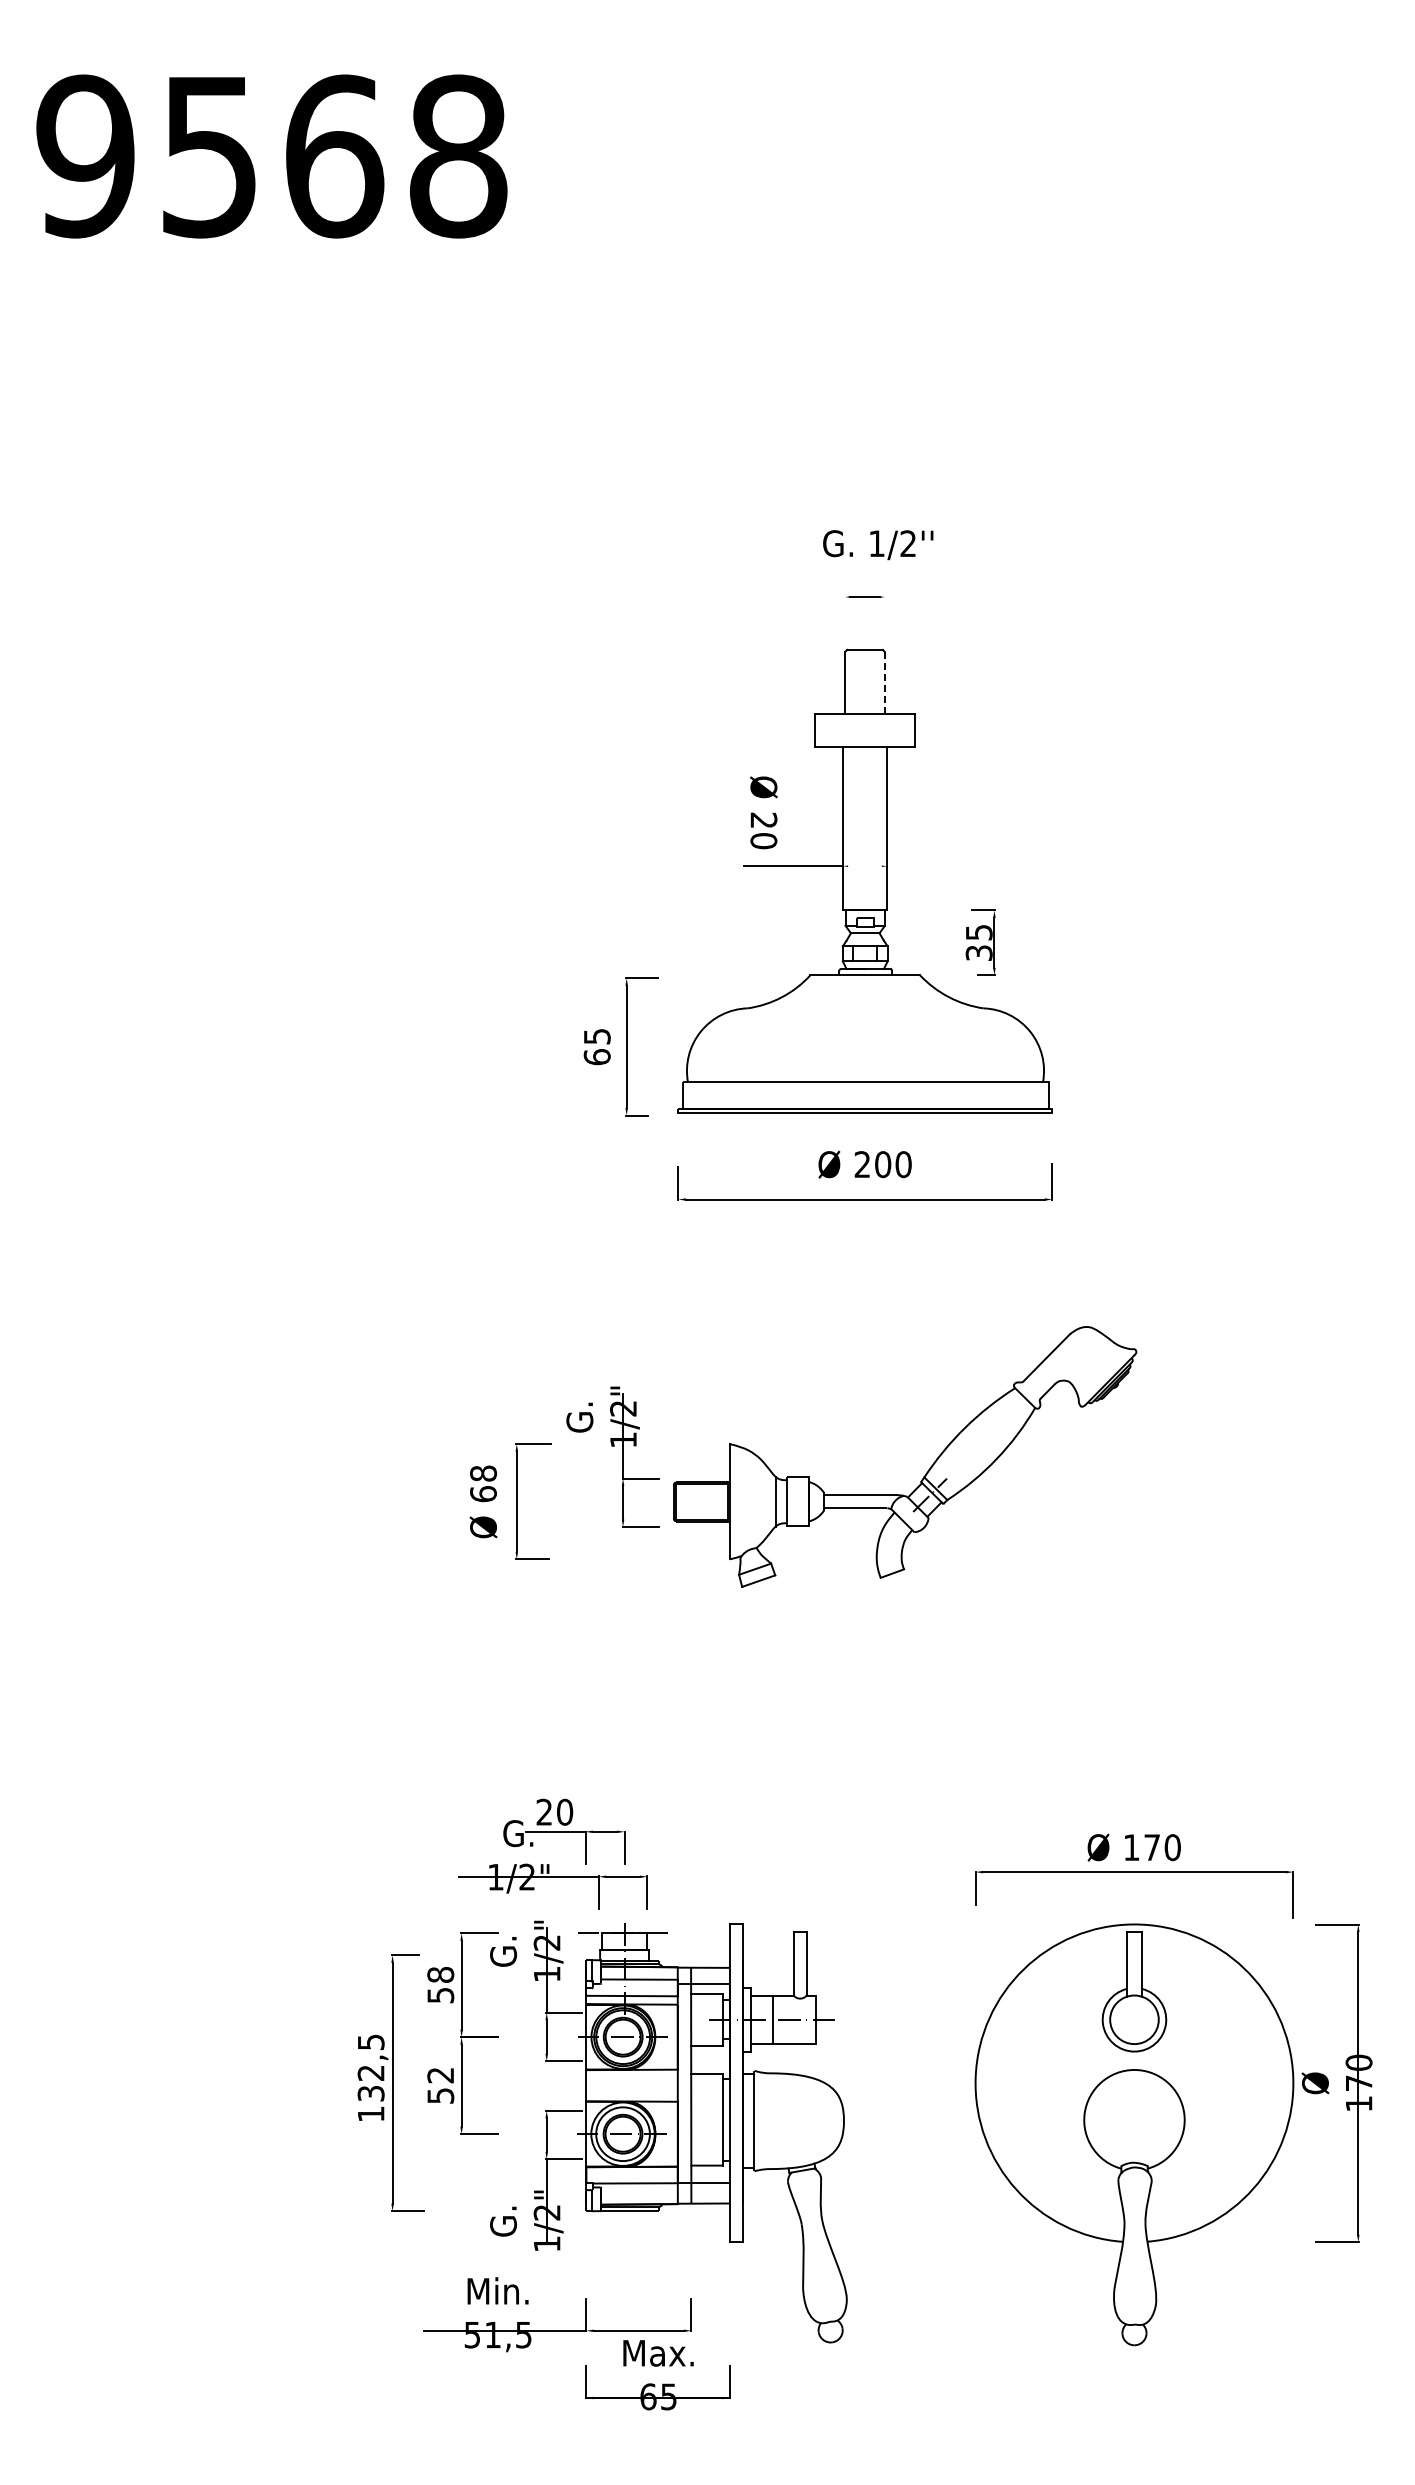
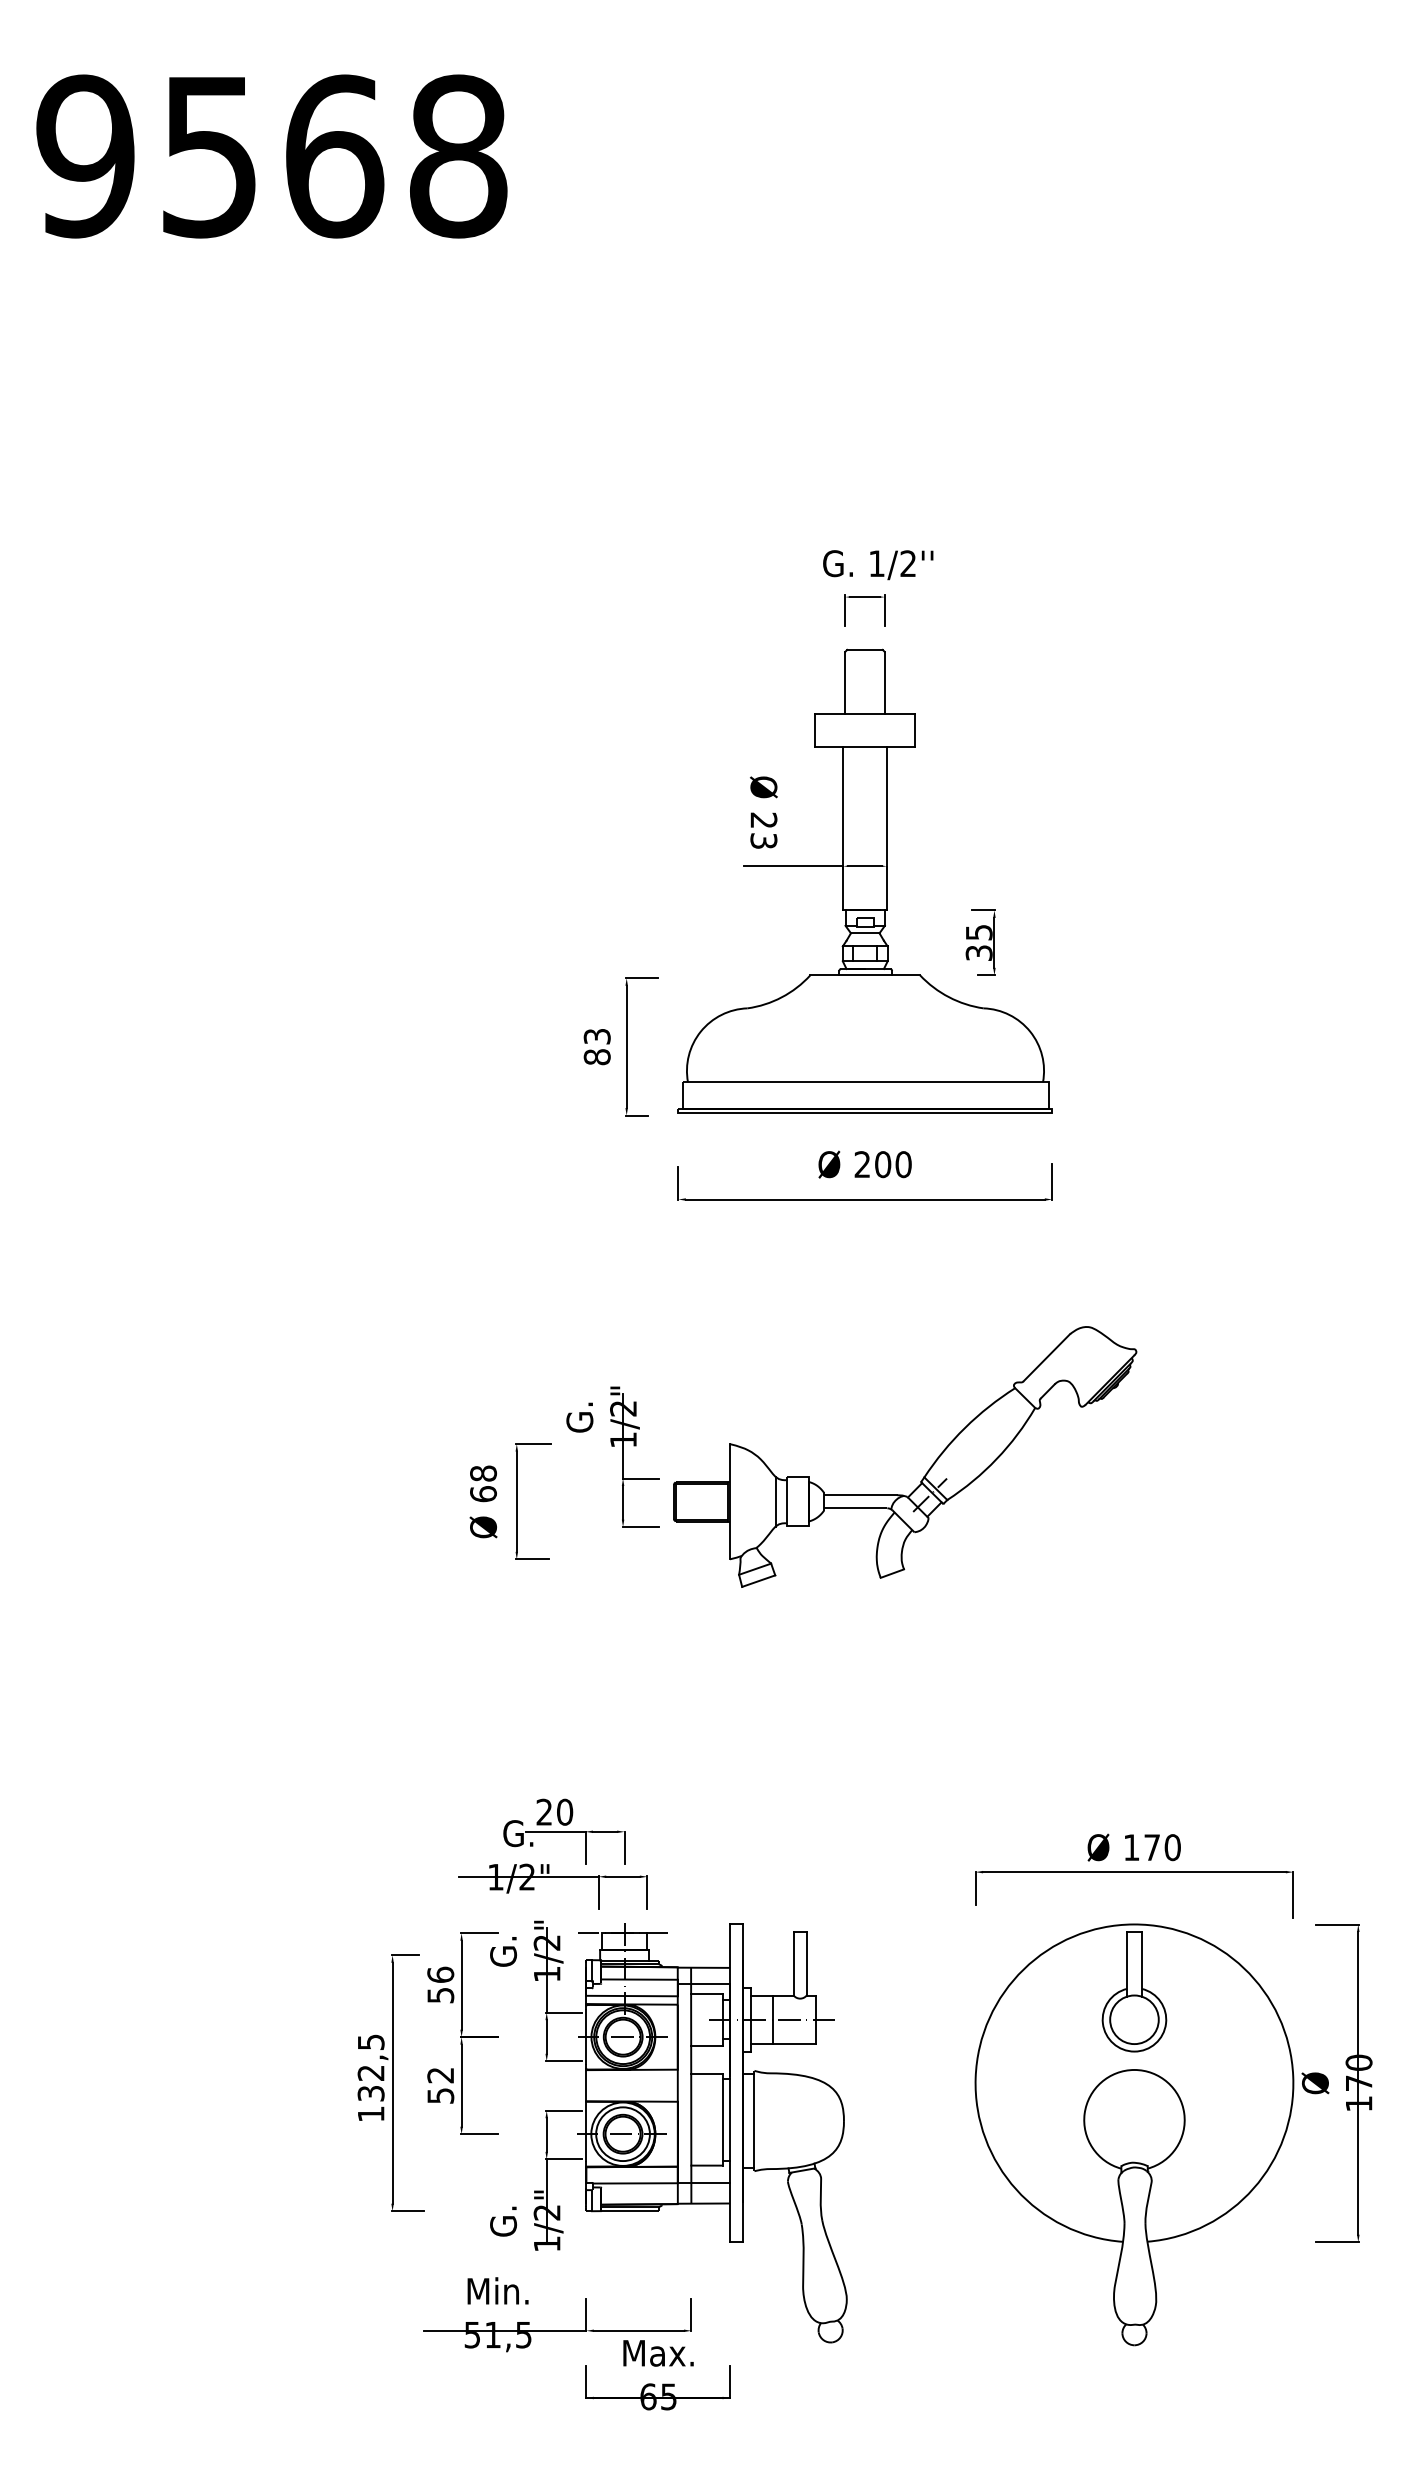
text at (878, 545) position: (878, 545) -> (878, 565)
line at (845, 610): none -> present
line at (884, 610): none -> present
line at (884, 682): dashed -> solid
text at (763, 841): 20 -> 23
line at (864, 866): none -> present
text at (596, 1047): 65 -> 83
text at (440, 1974): 58 -> 56
